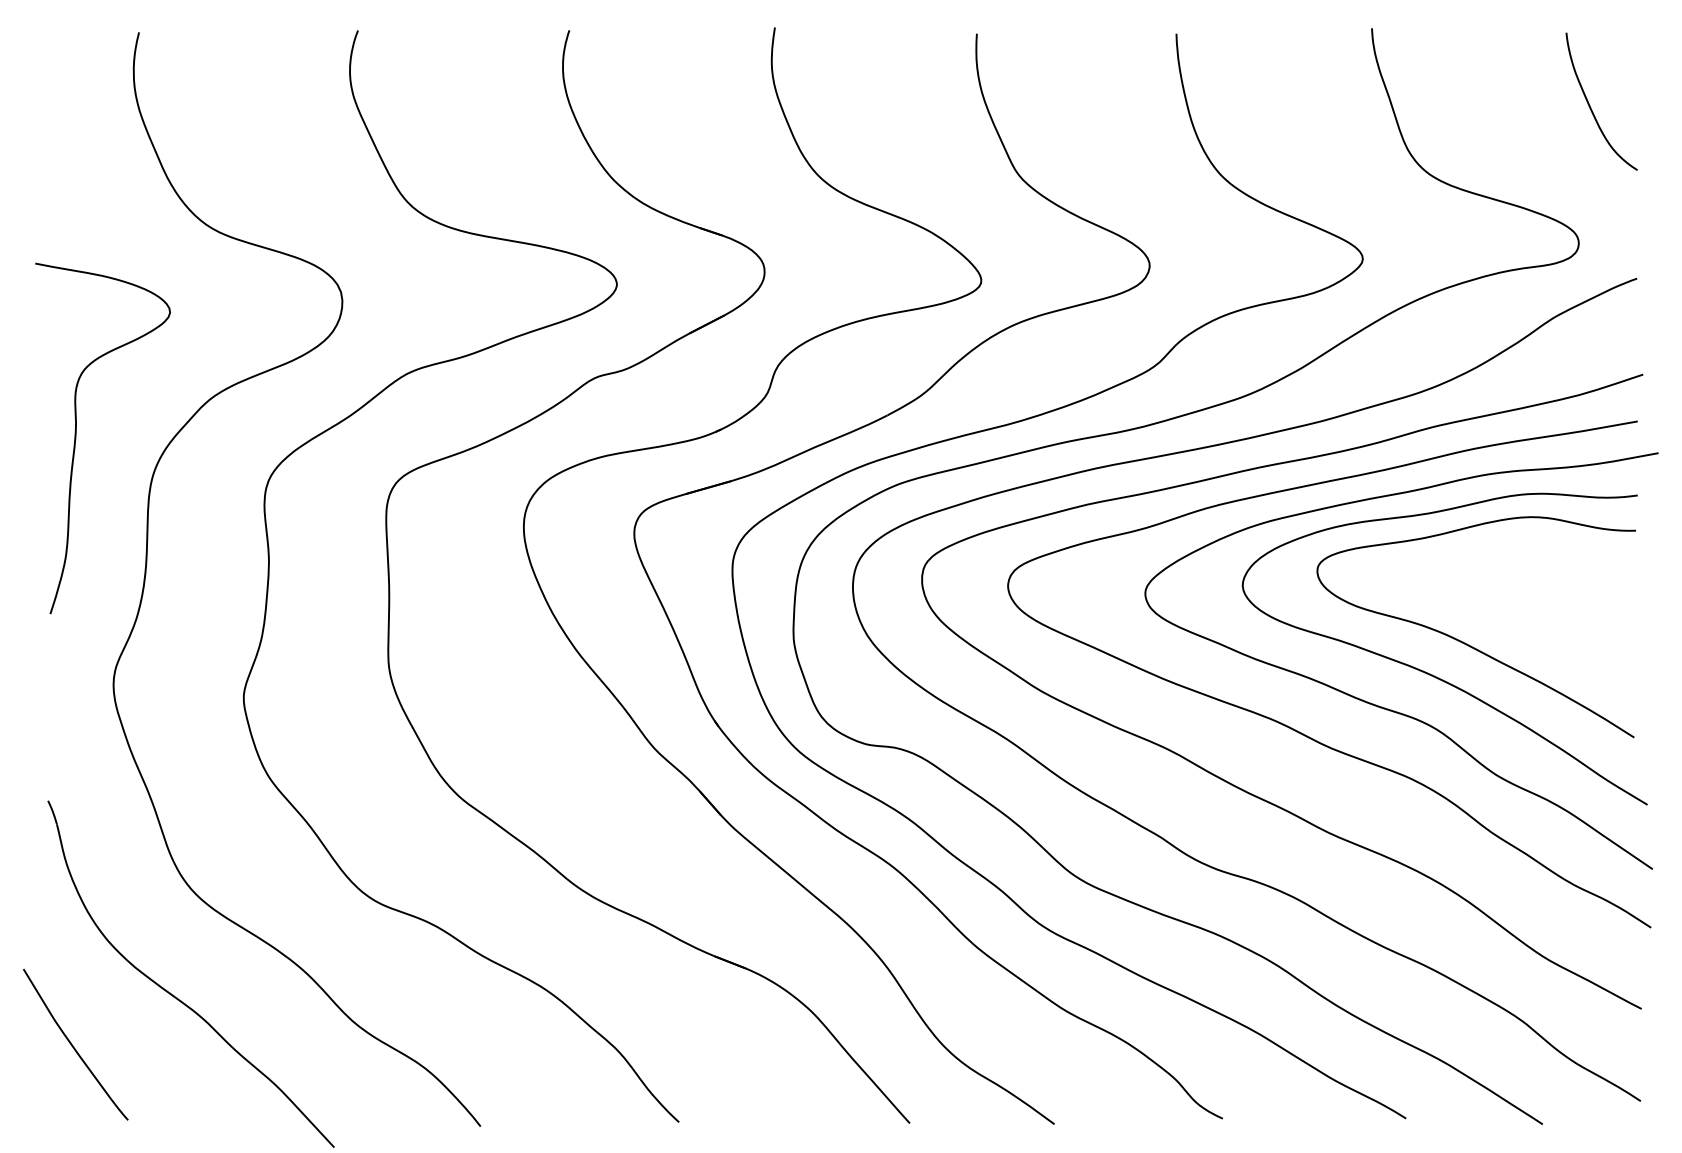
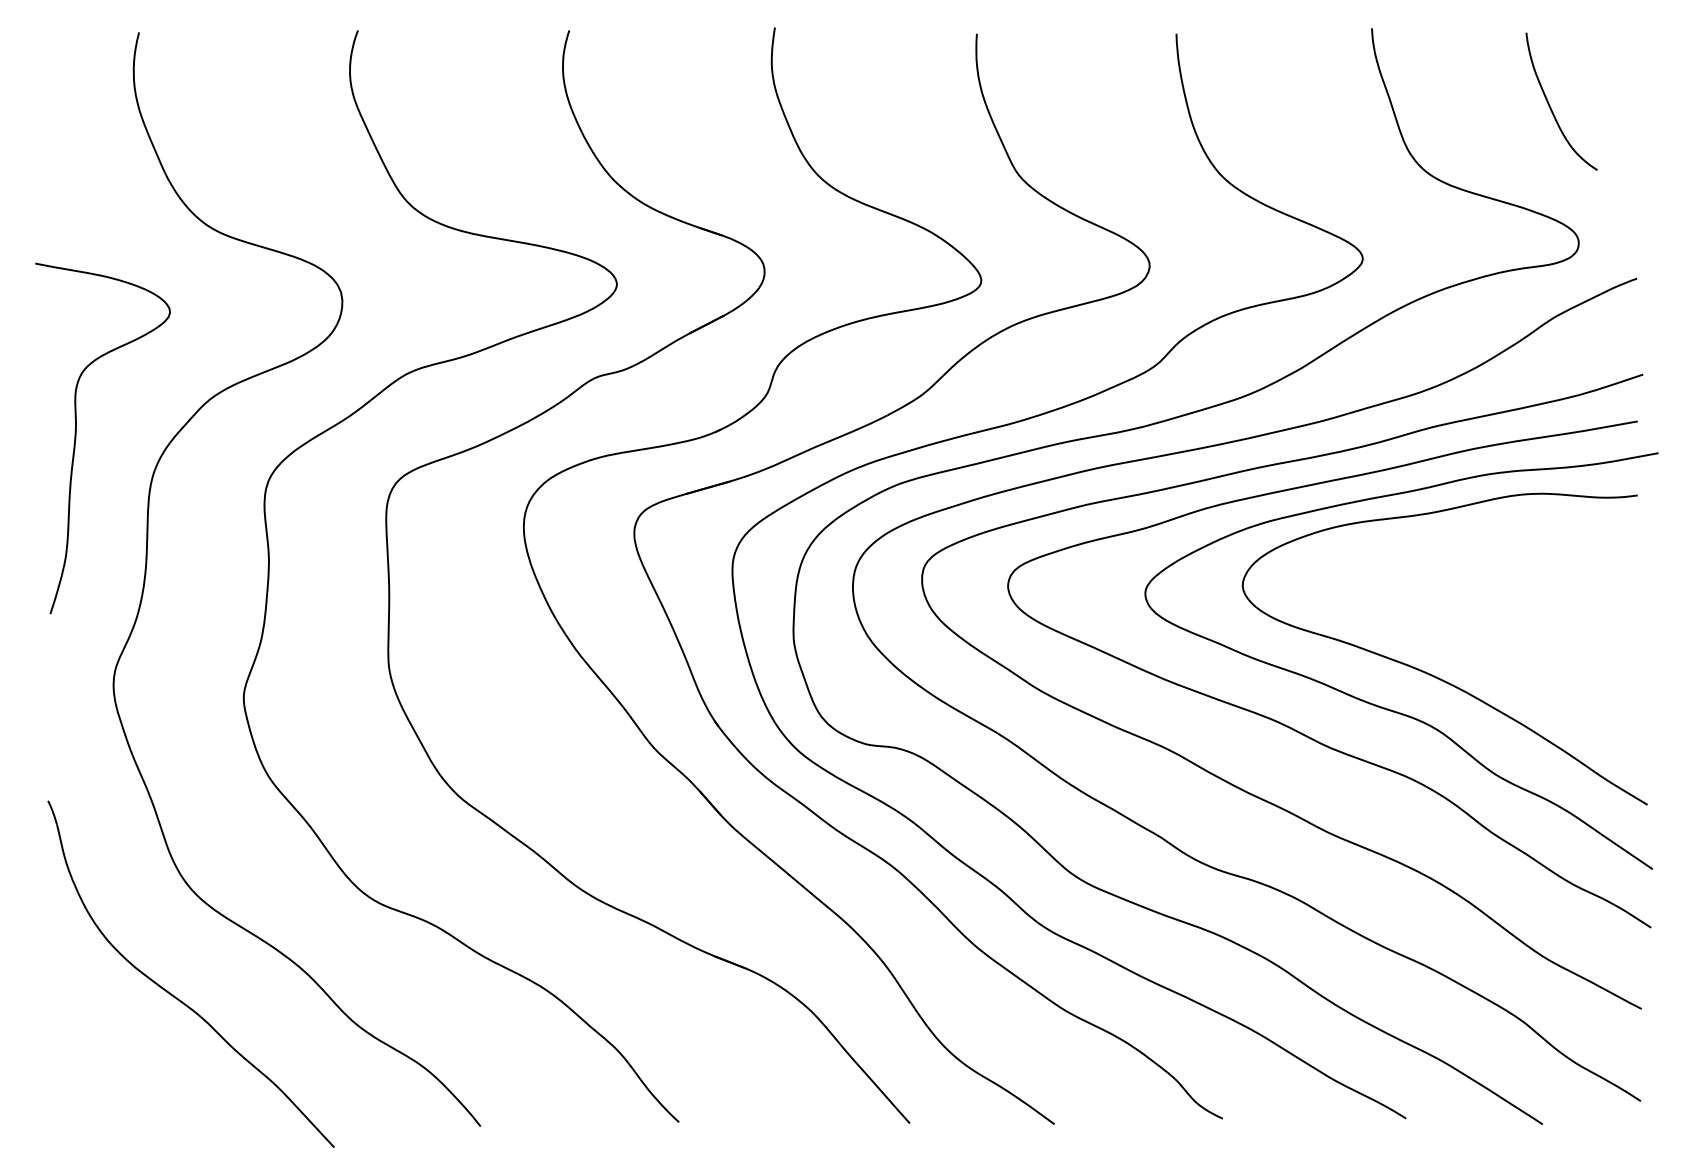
curve at (1591, 107) position: (1591, 107) -> (1551, 107)
curve at (1467, 643): present -> none
curve at (73, 1045): present -> none
